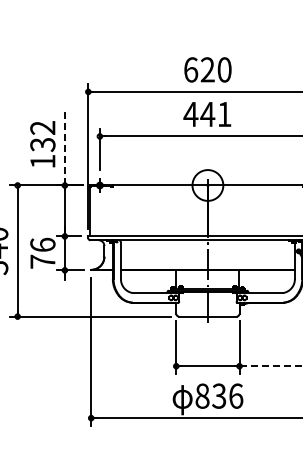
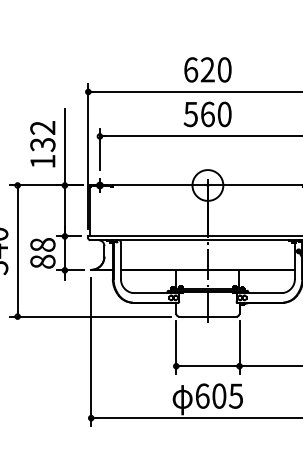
text at (207, 114): 441 -> 560
line at (64, 146): dashed -> solid
text at (42, 252): 76 -> 88
line at (271, 366): dashed -> solid
text at (219, 395): 836 -> 605
